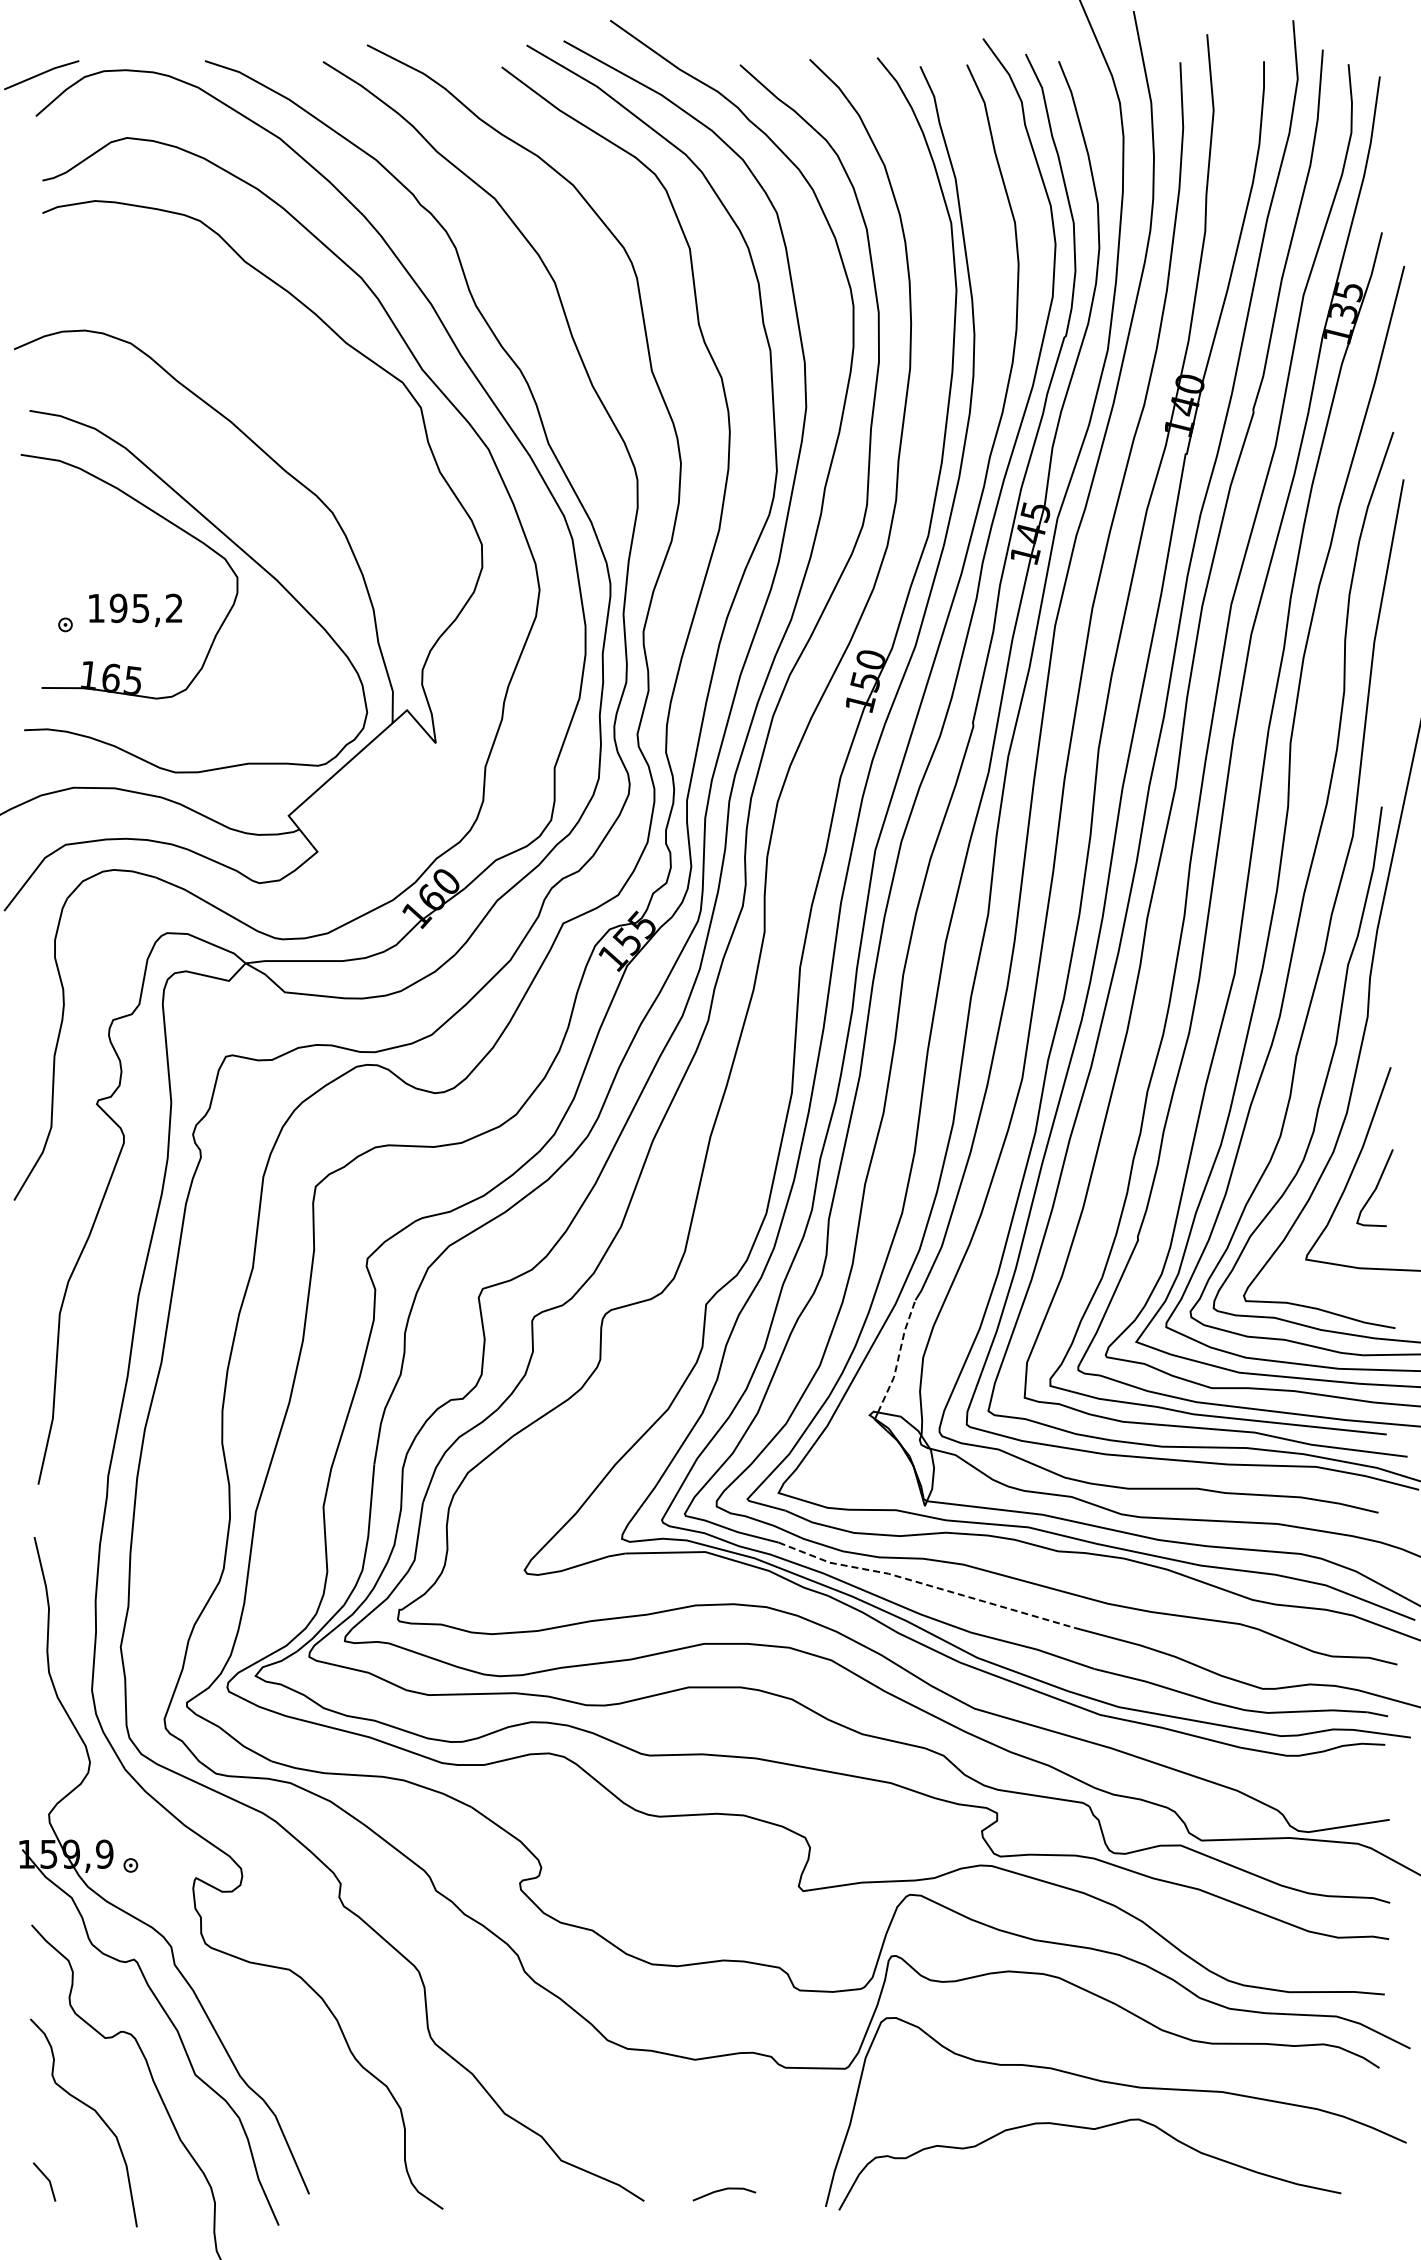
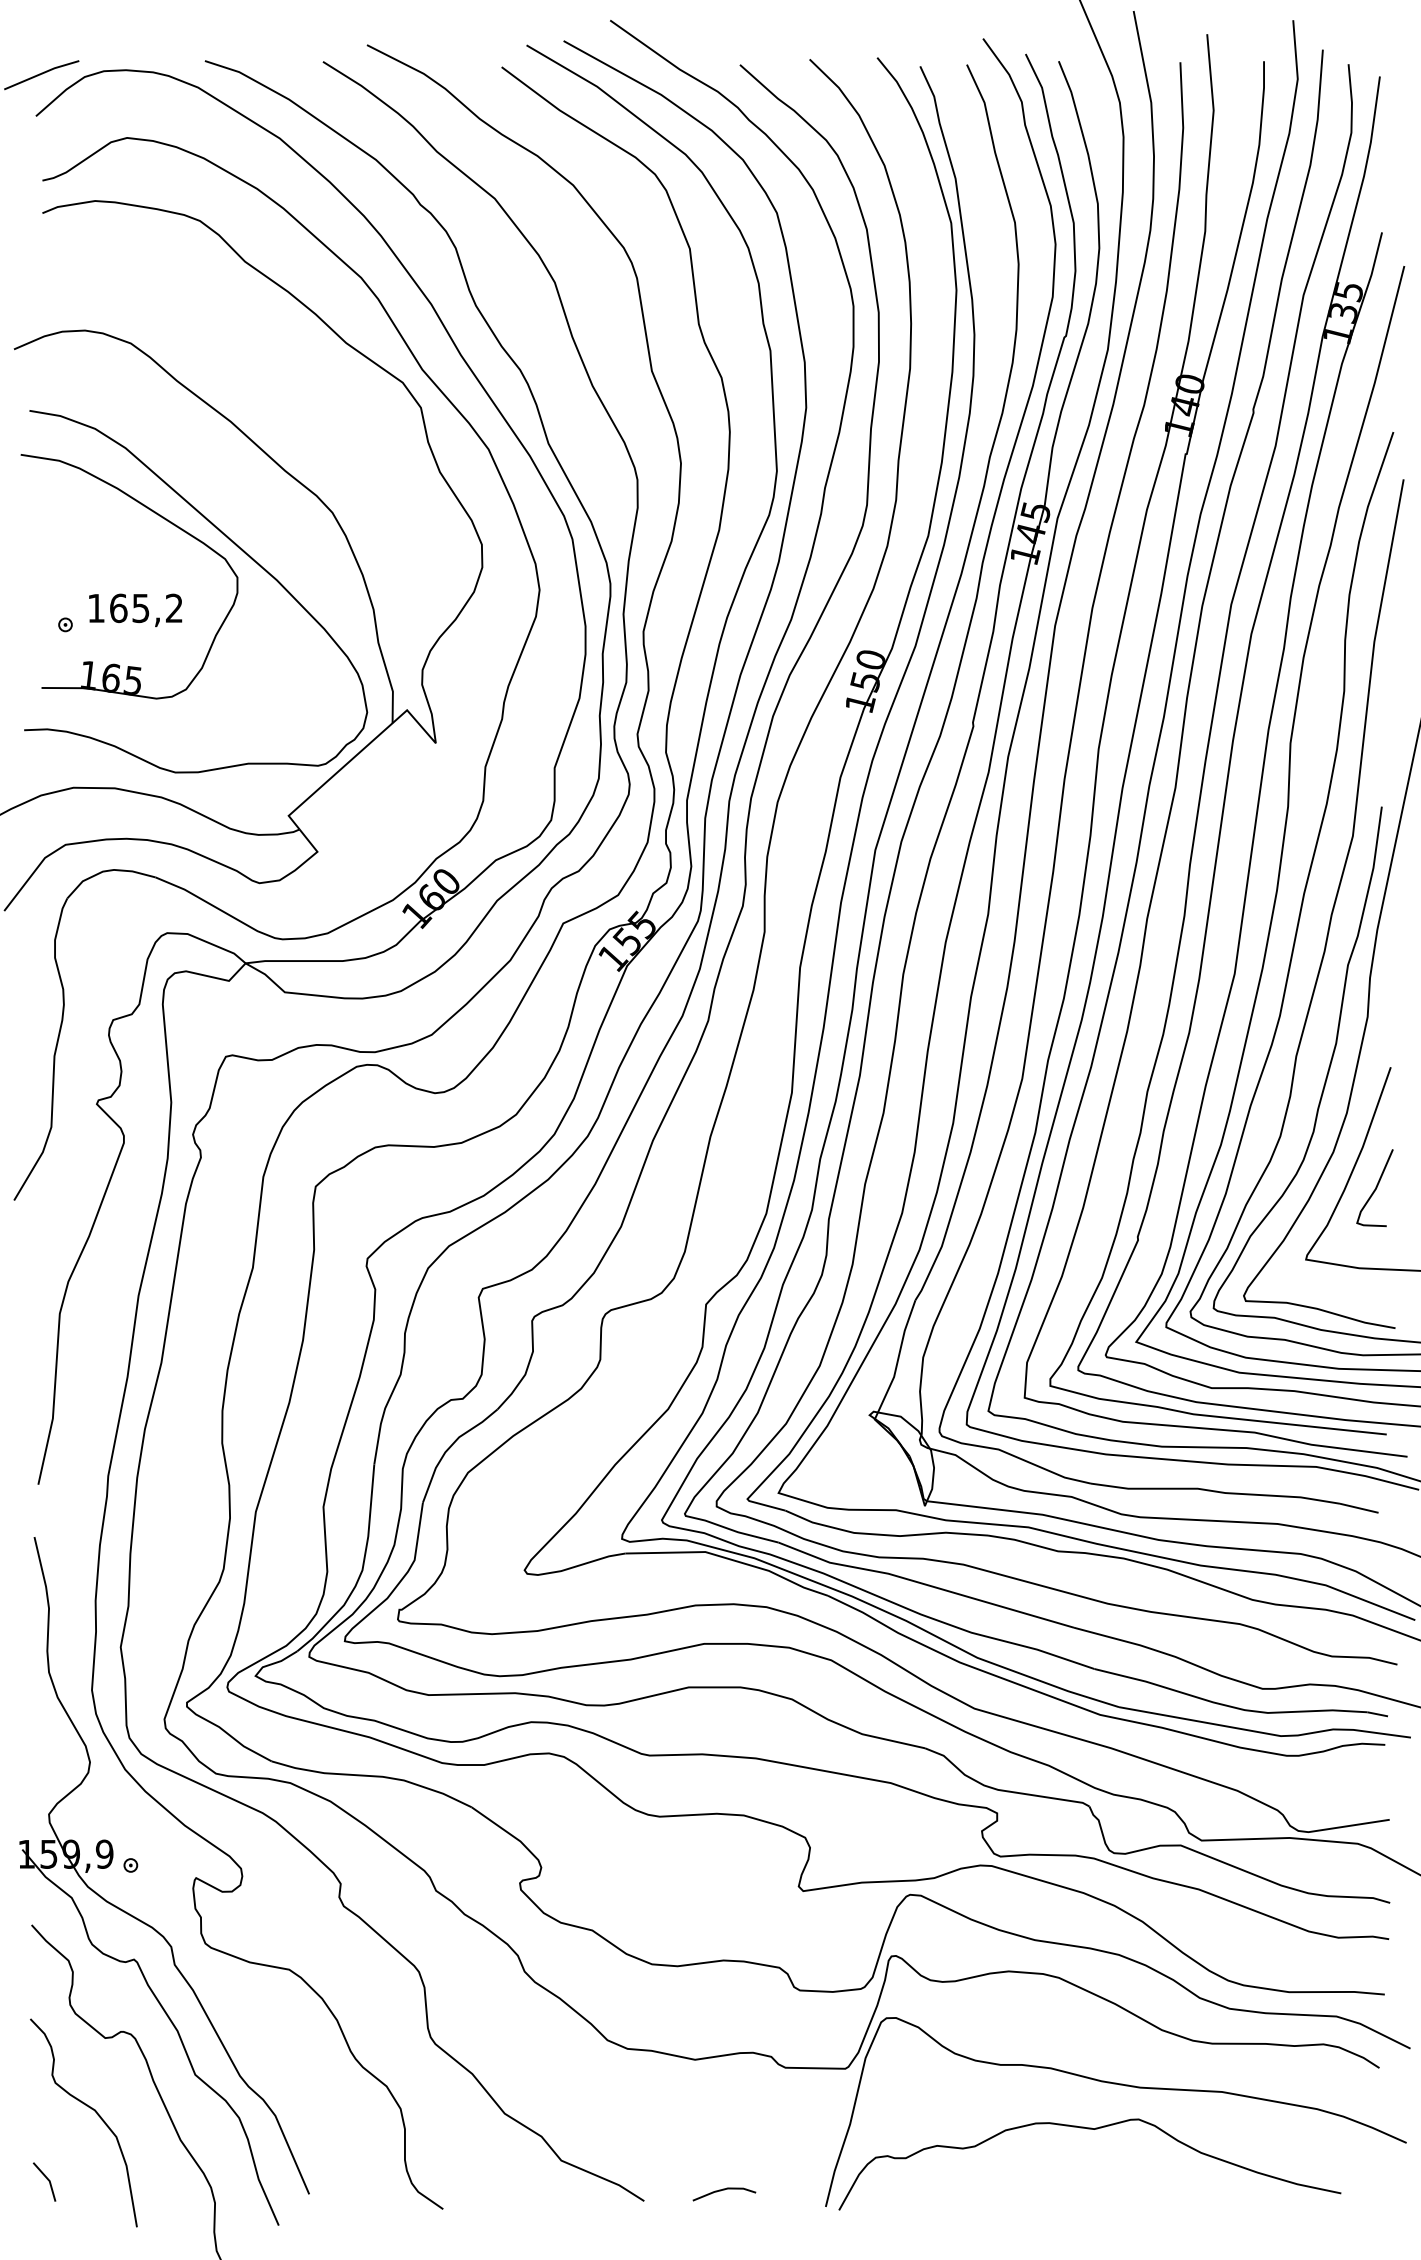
text at (118, 608): 195,2 -> 165,2
line at (898, 1356): dashed -> solid
line at (924, 1584): dashed -> solid
